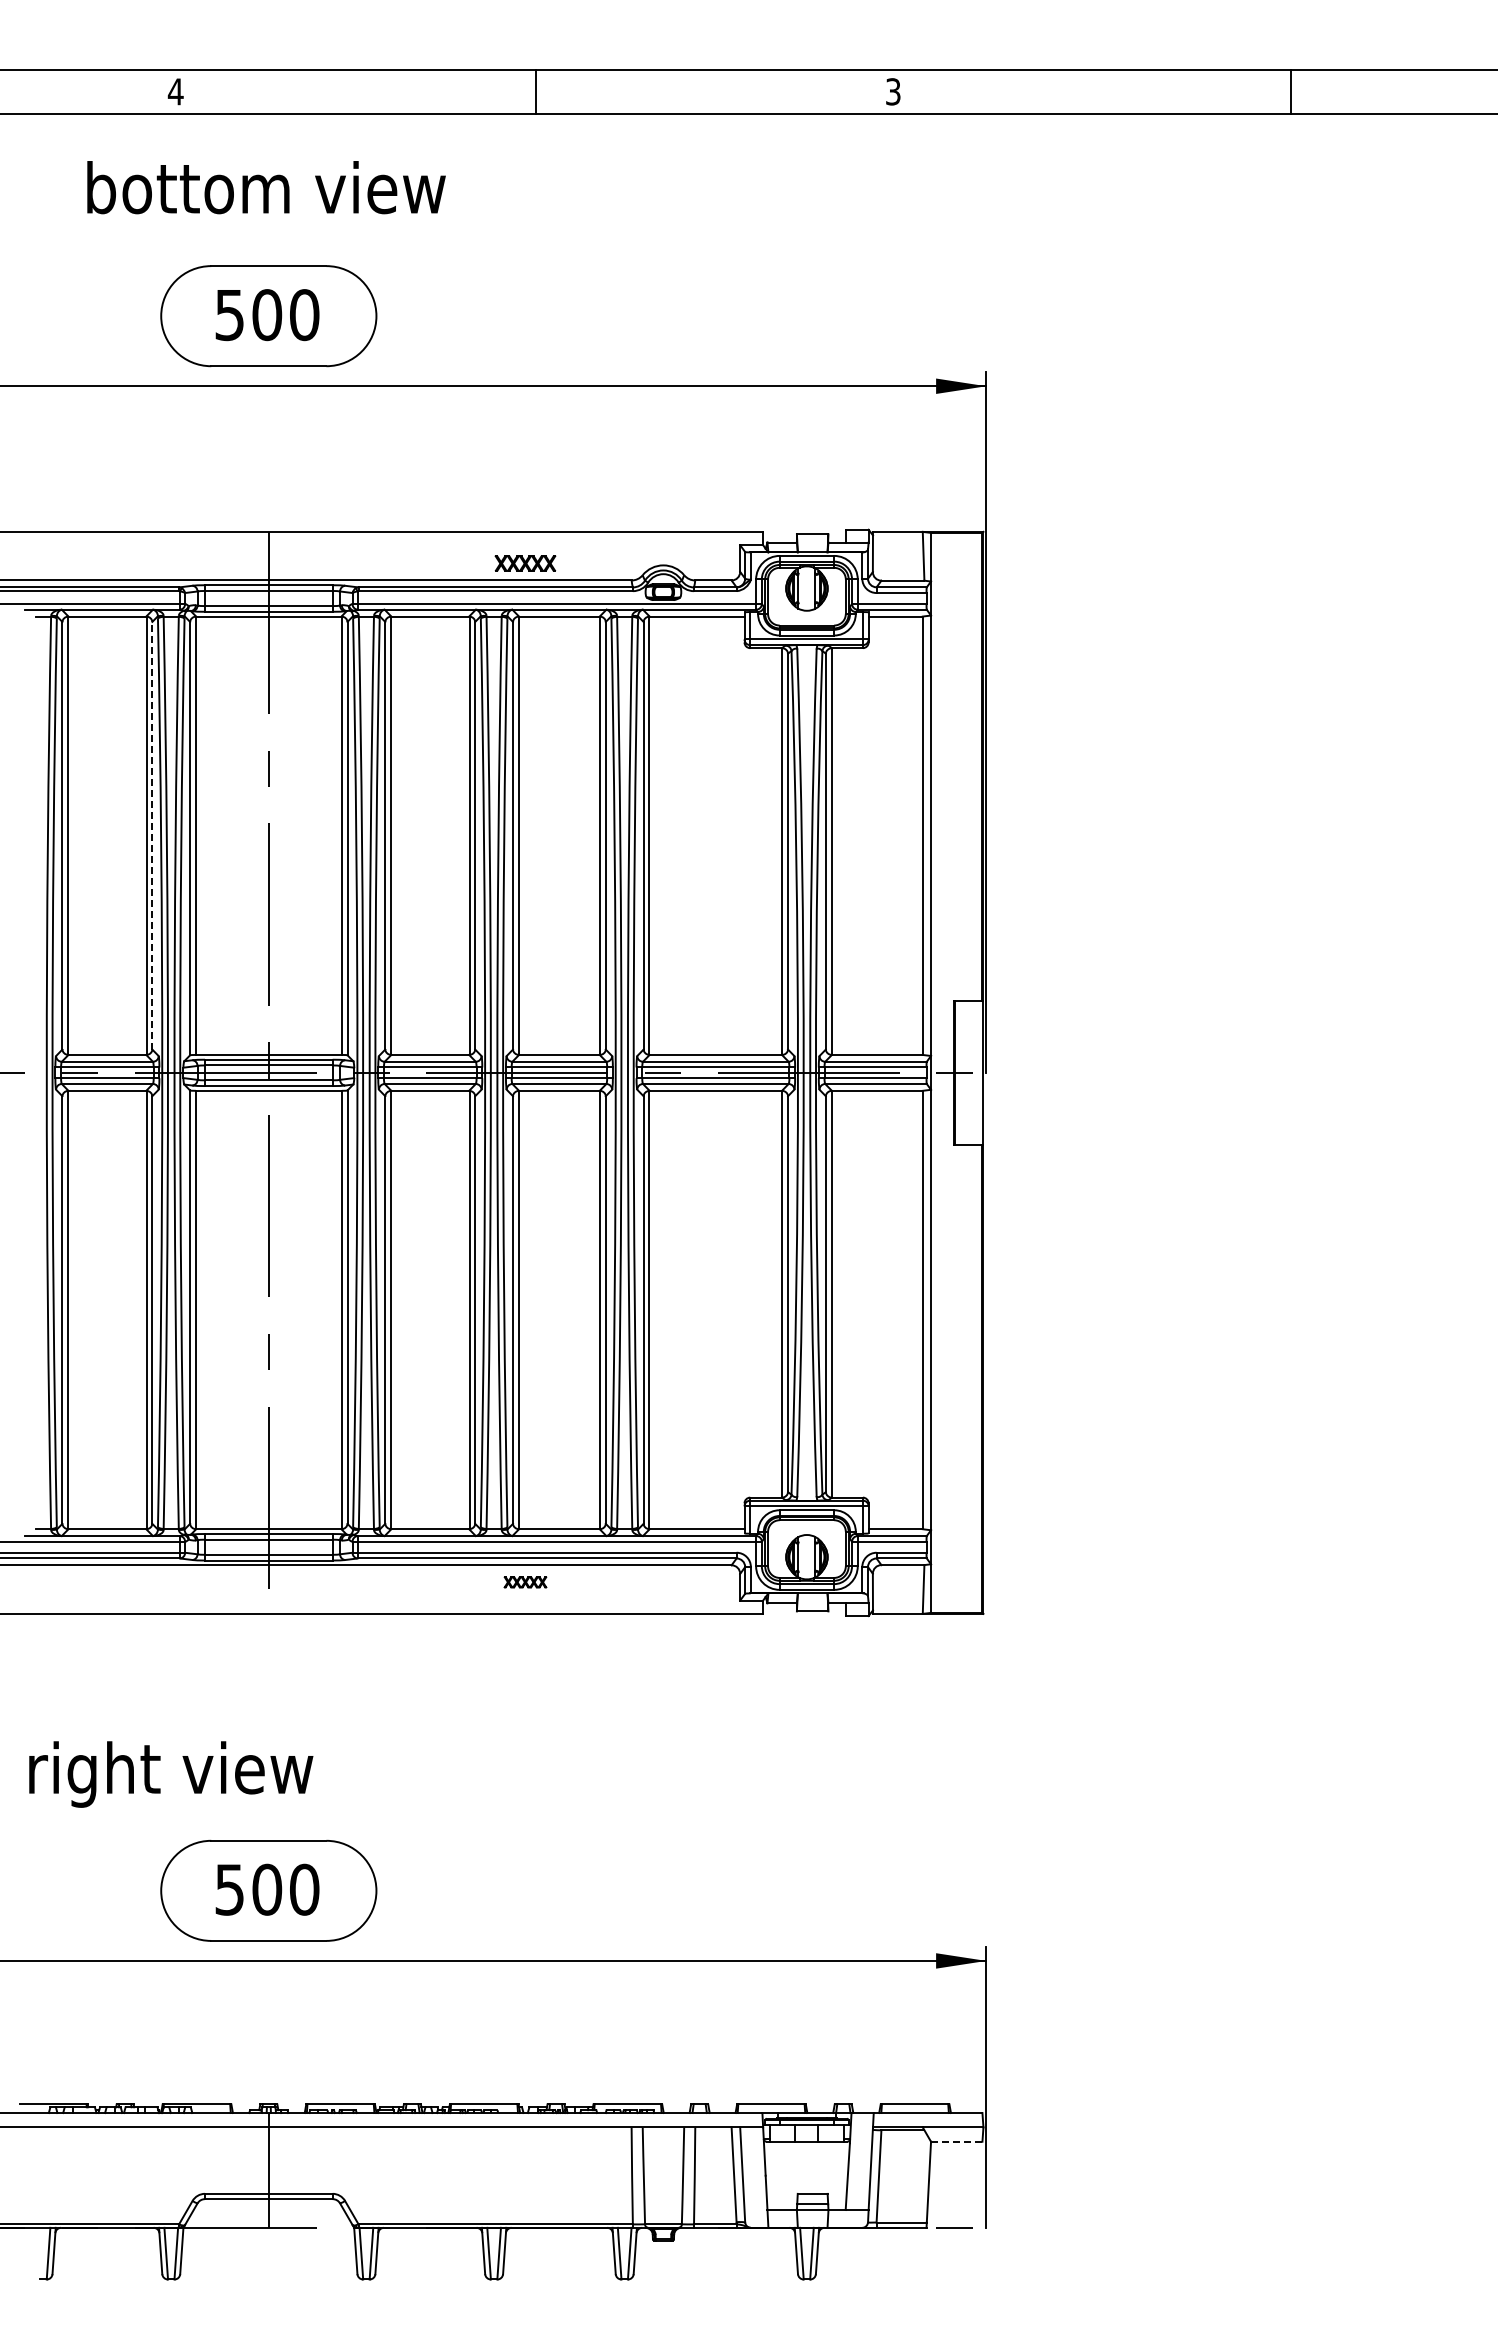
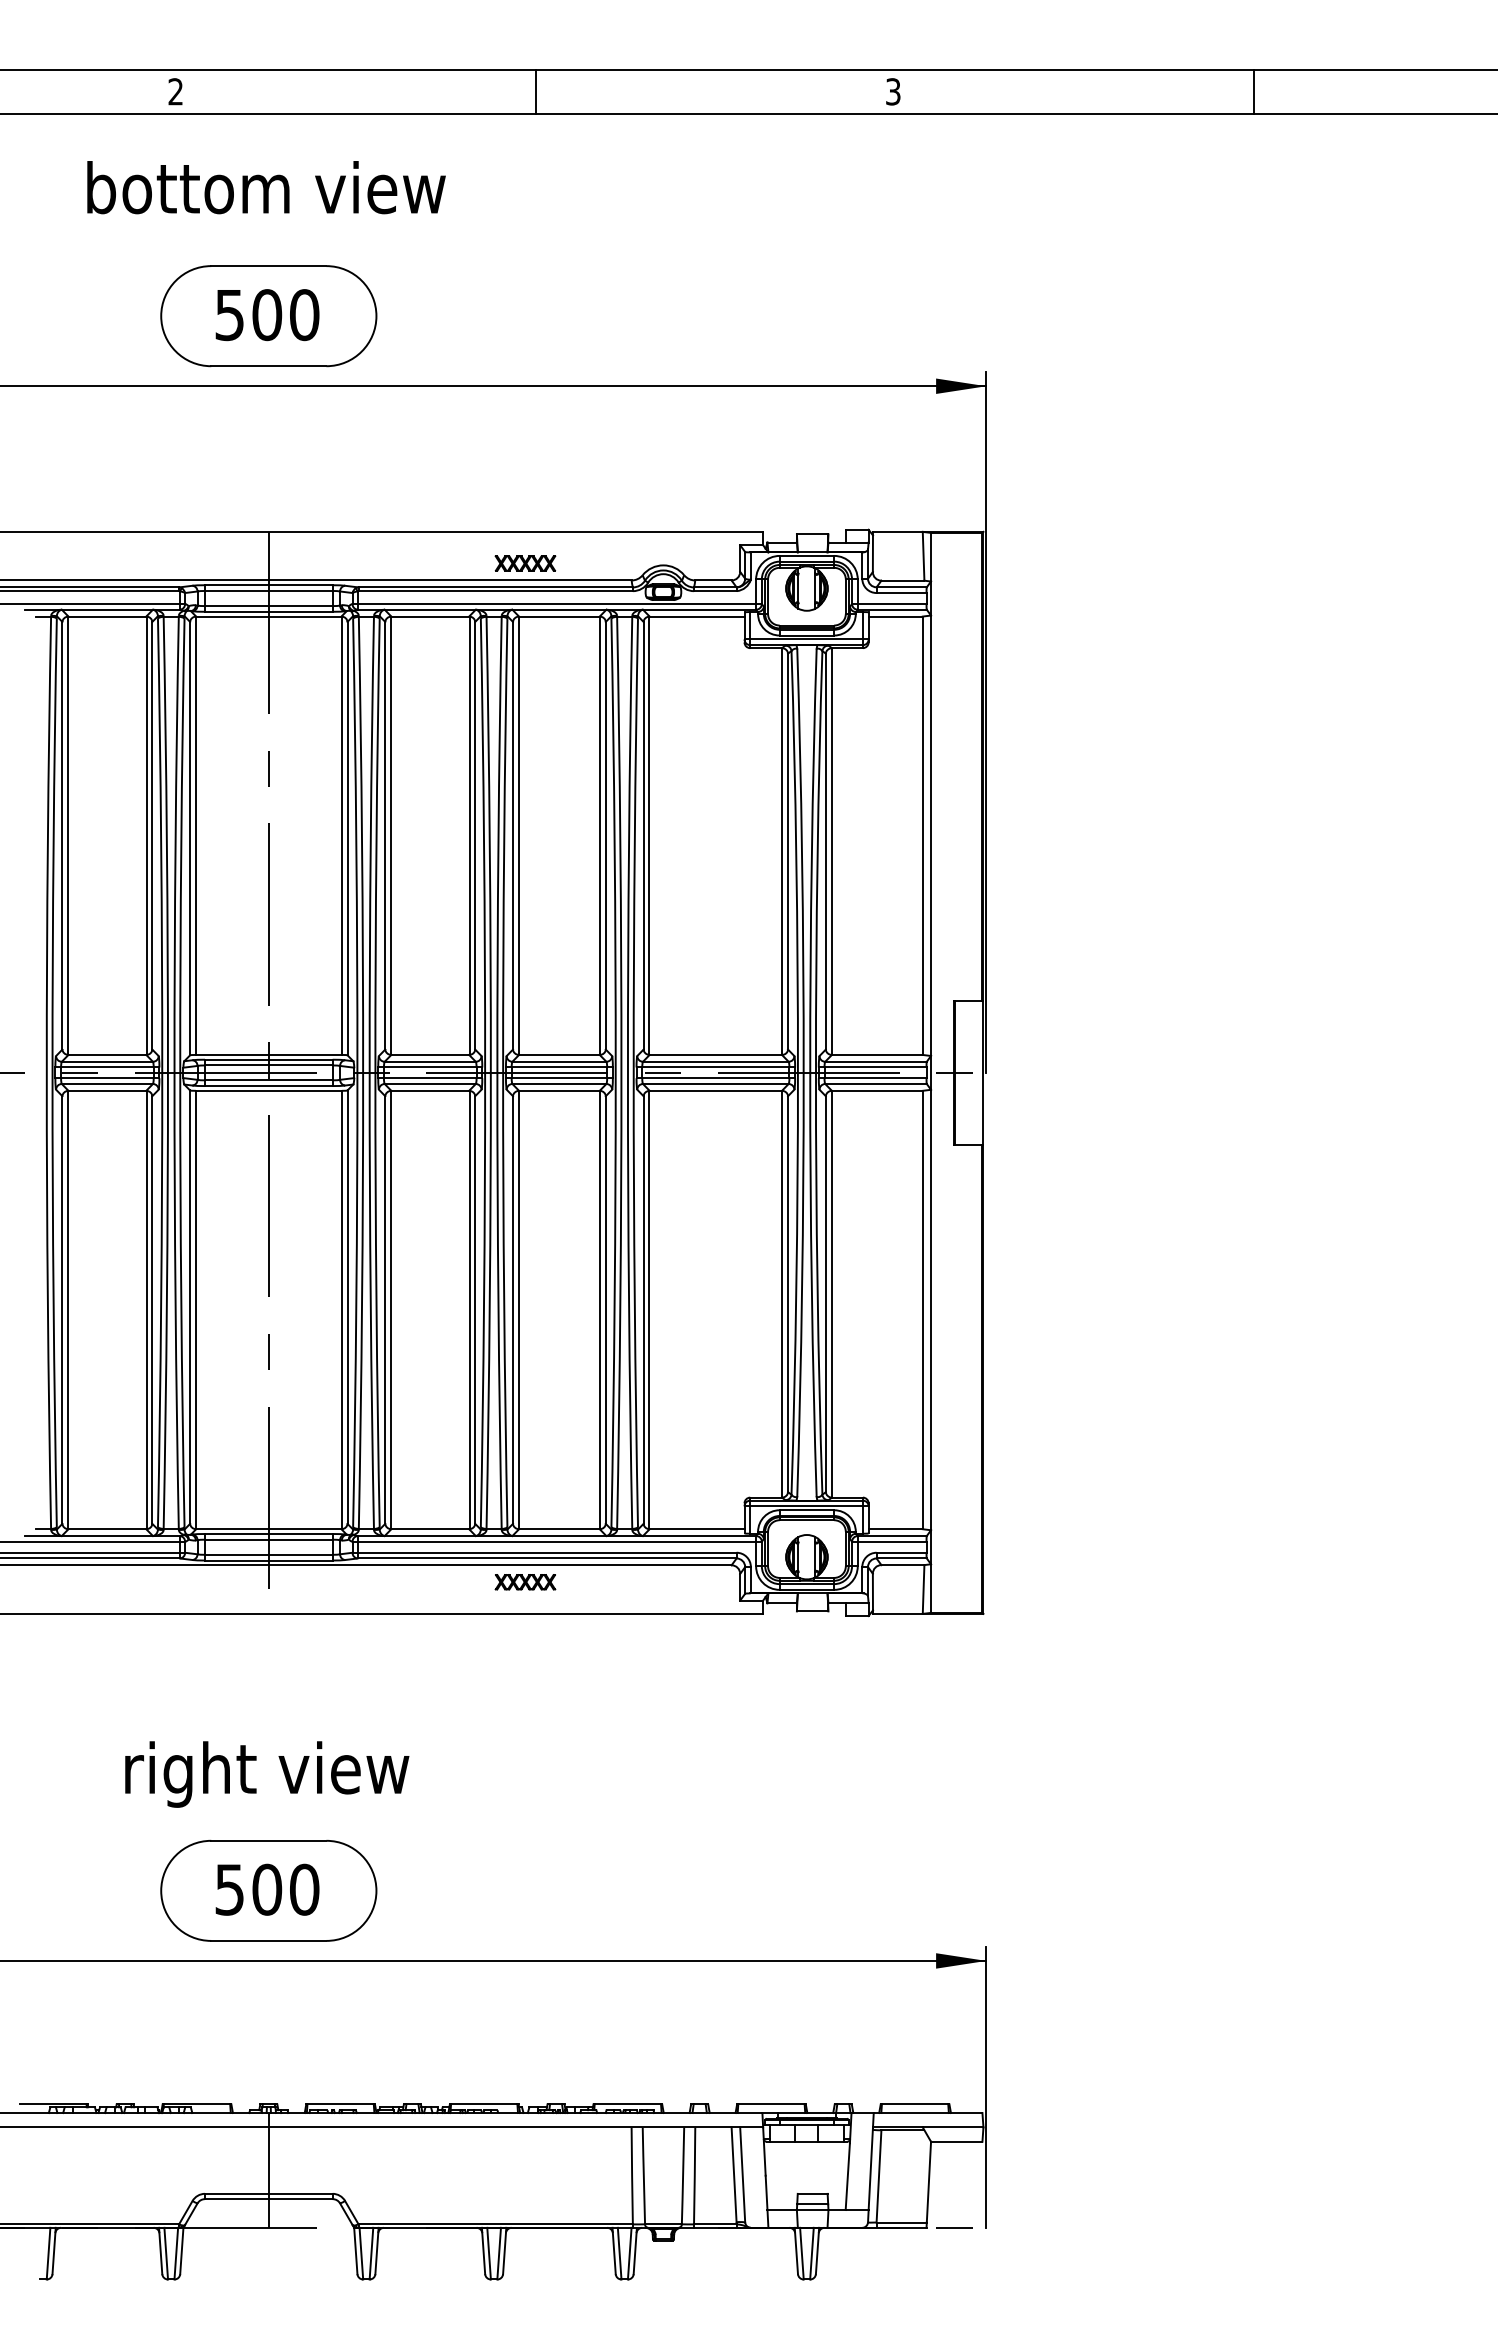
text at (175, 91): 4 -> 2
line at (1290, 91) position: (1290, 91) -> (1253, 91)
line at (152, 835): dashed -> solid
part at (525, 1582) size: 45x13 px -> 63x17 px
text at (171, 1774) position: (171, 1774) -> (267, 1774)
line at (956, 2141): dashed -> solid
